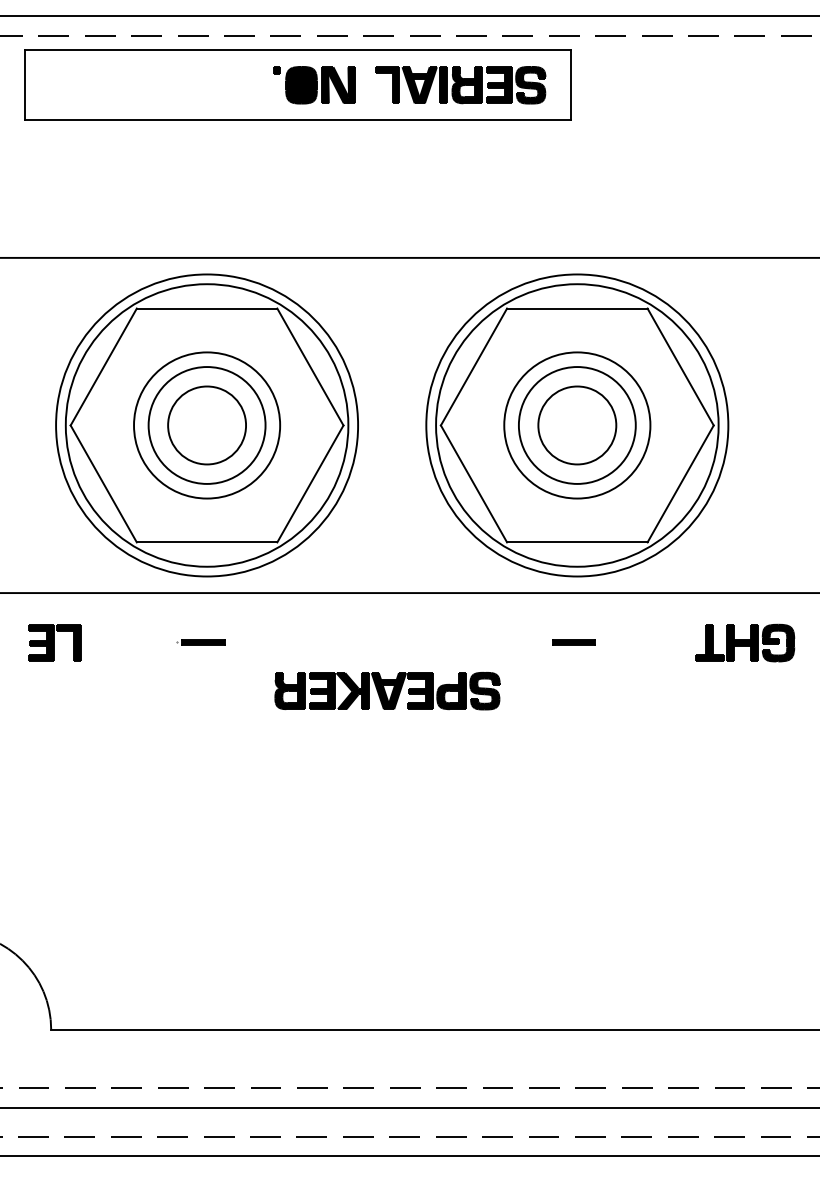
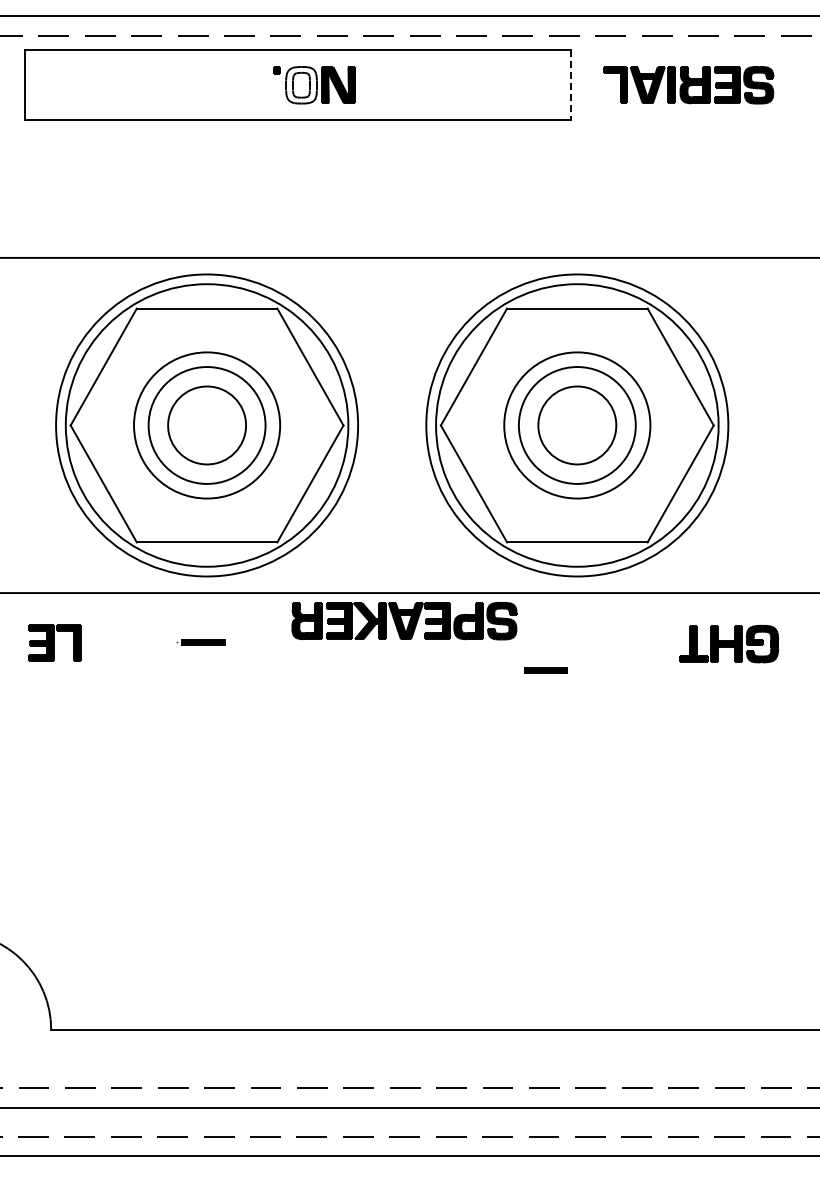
fill at (301, 84): present -> none
part at (460, 85) position: (460, 85) -> (688, 85)
line at (570, 85): solid -> dashed
part at (573, 642) position: (573, 642) -> (545, 670)
part at (745, 642) position: (745, 642) -> (729, 643)
part at (387, 691) position: (387, 691) -> (404, 621)
